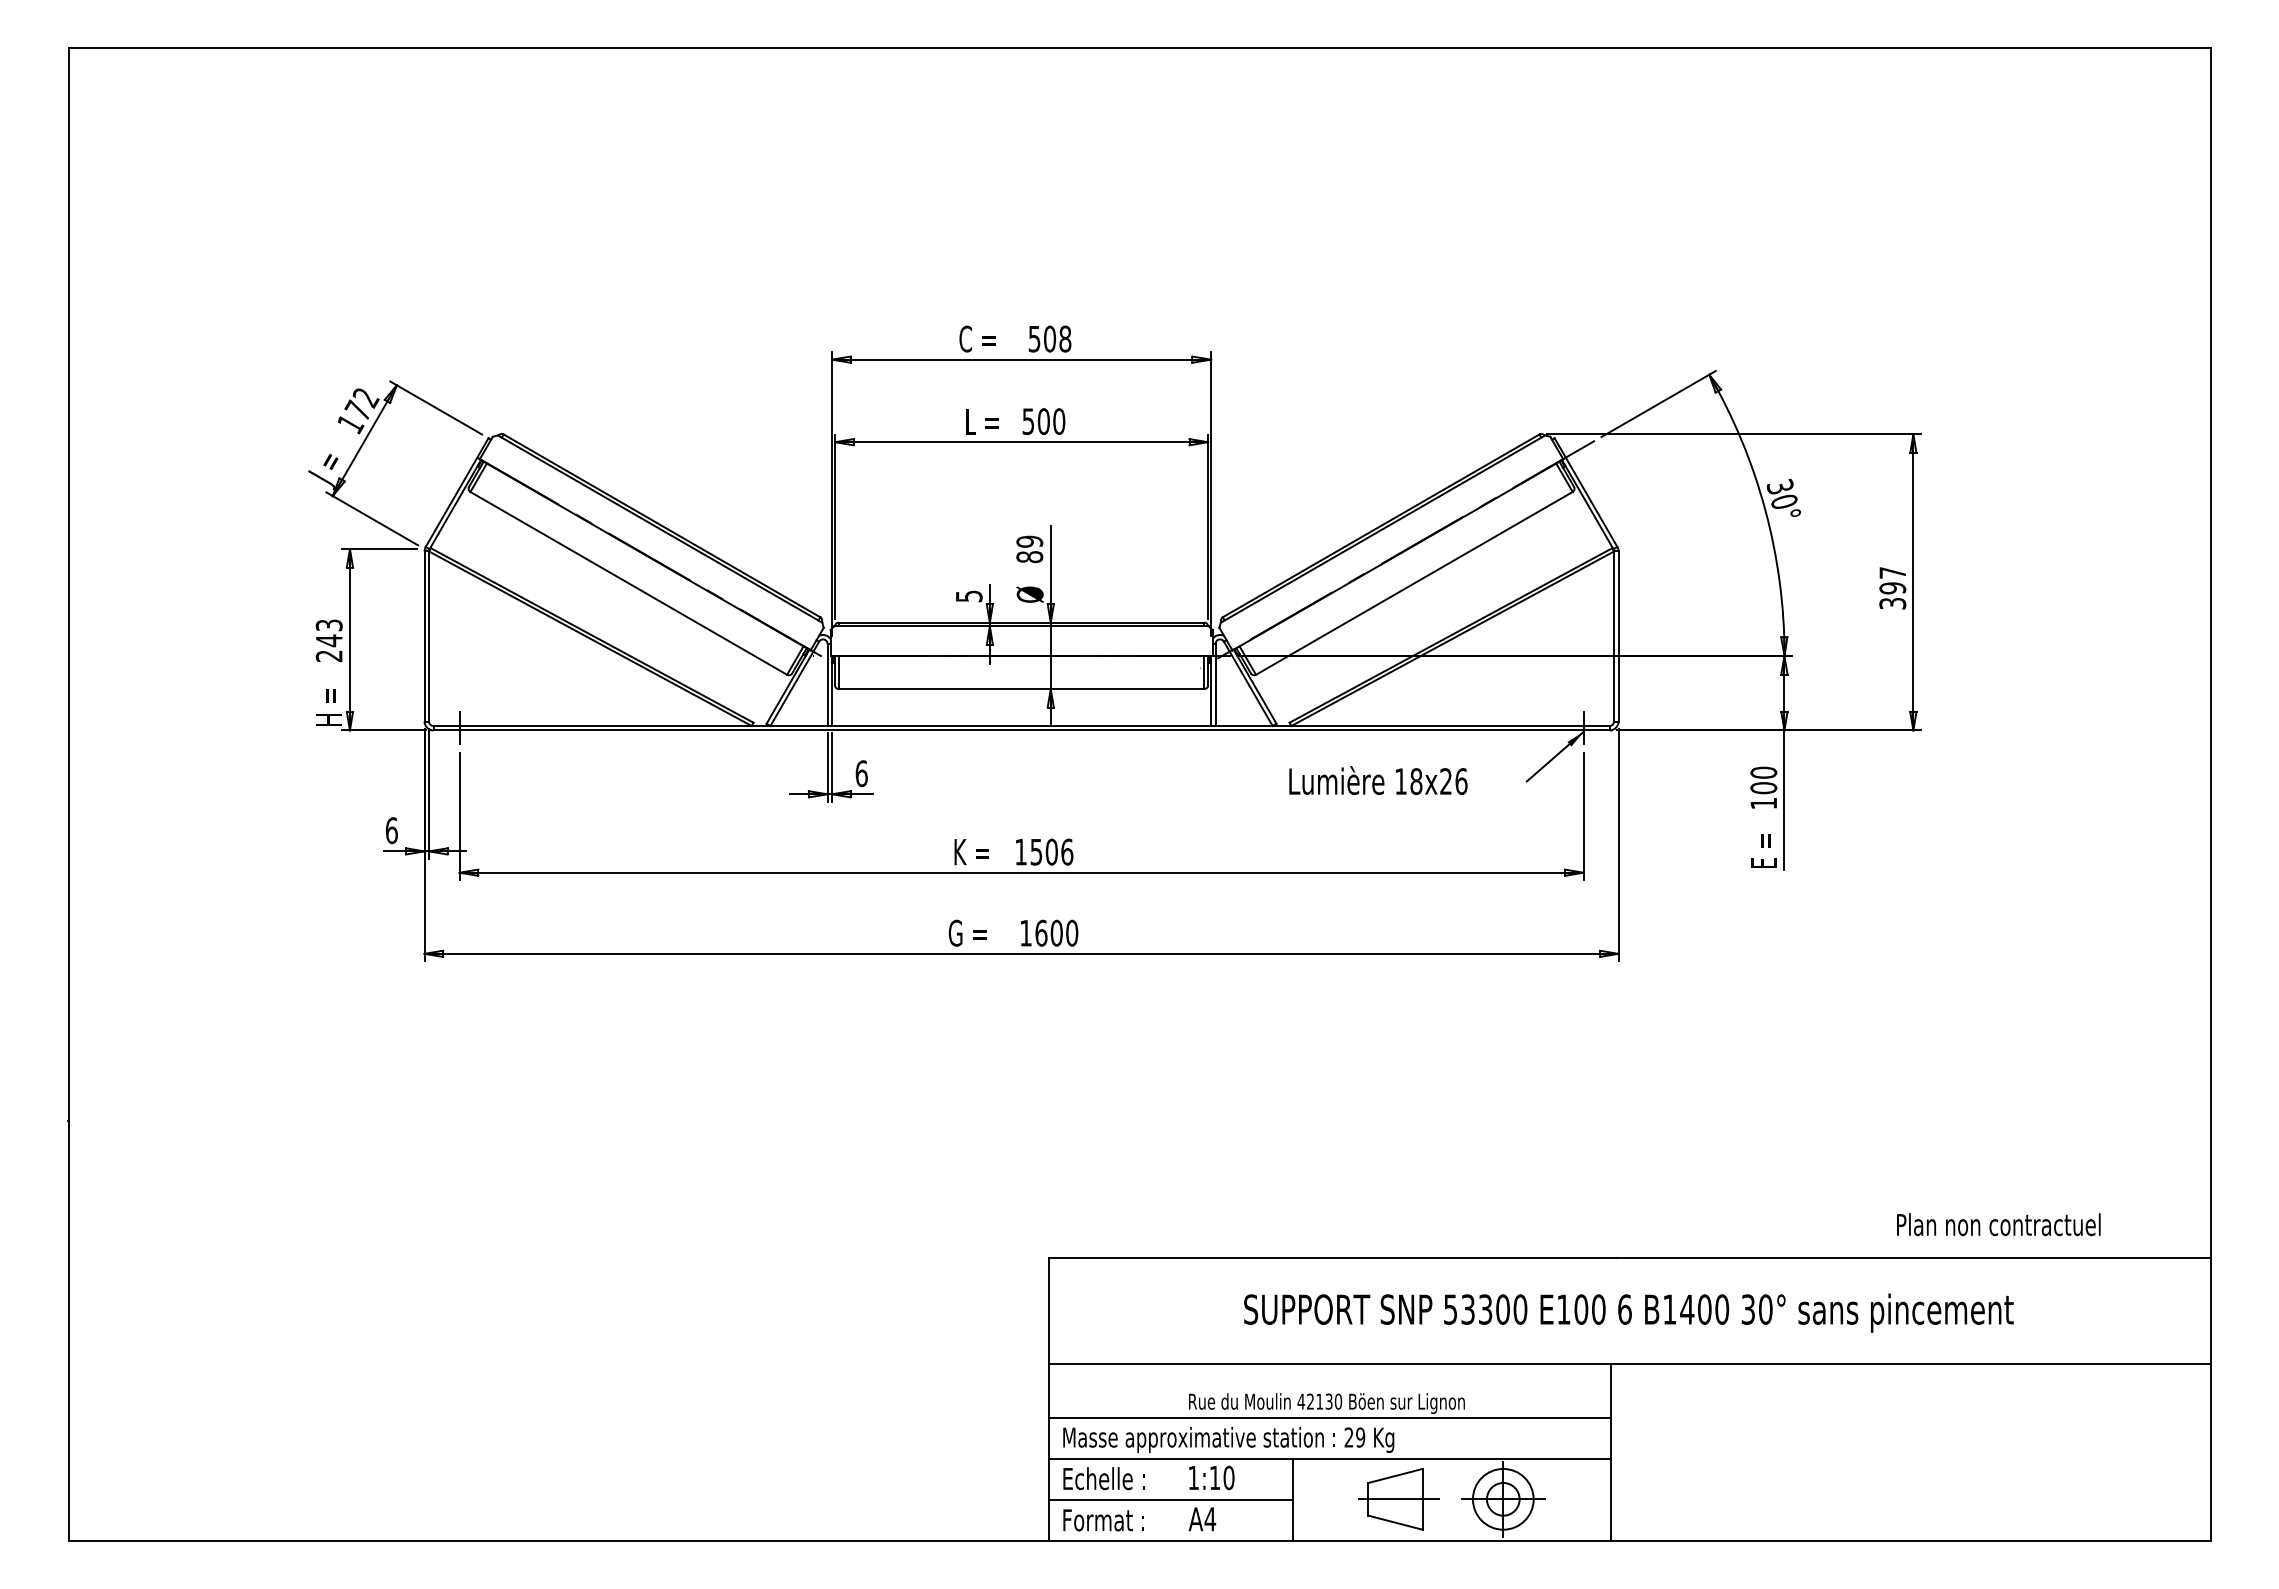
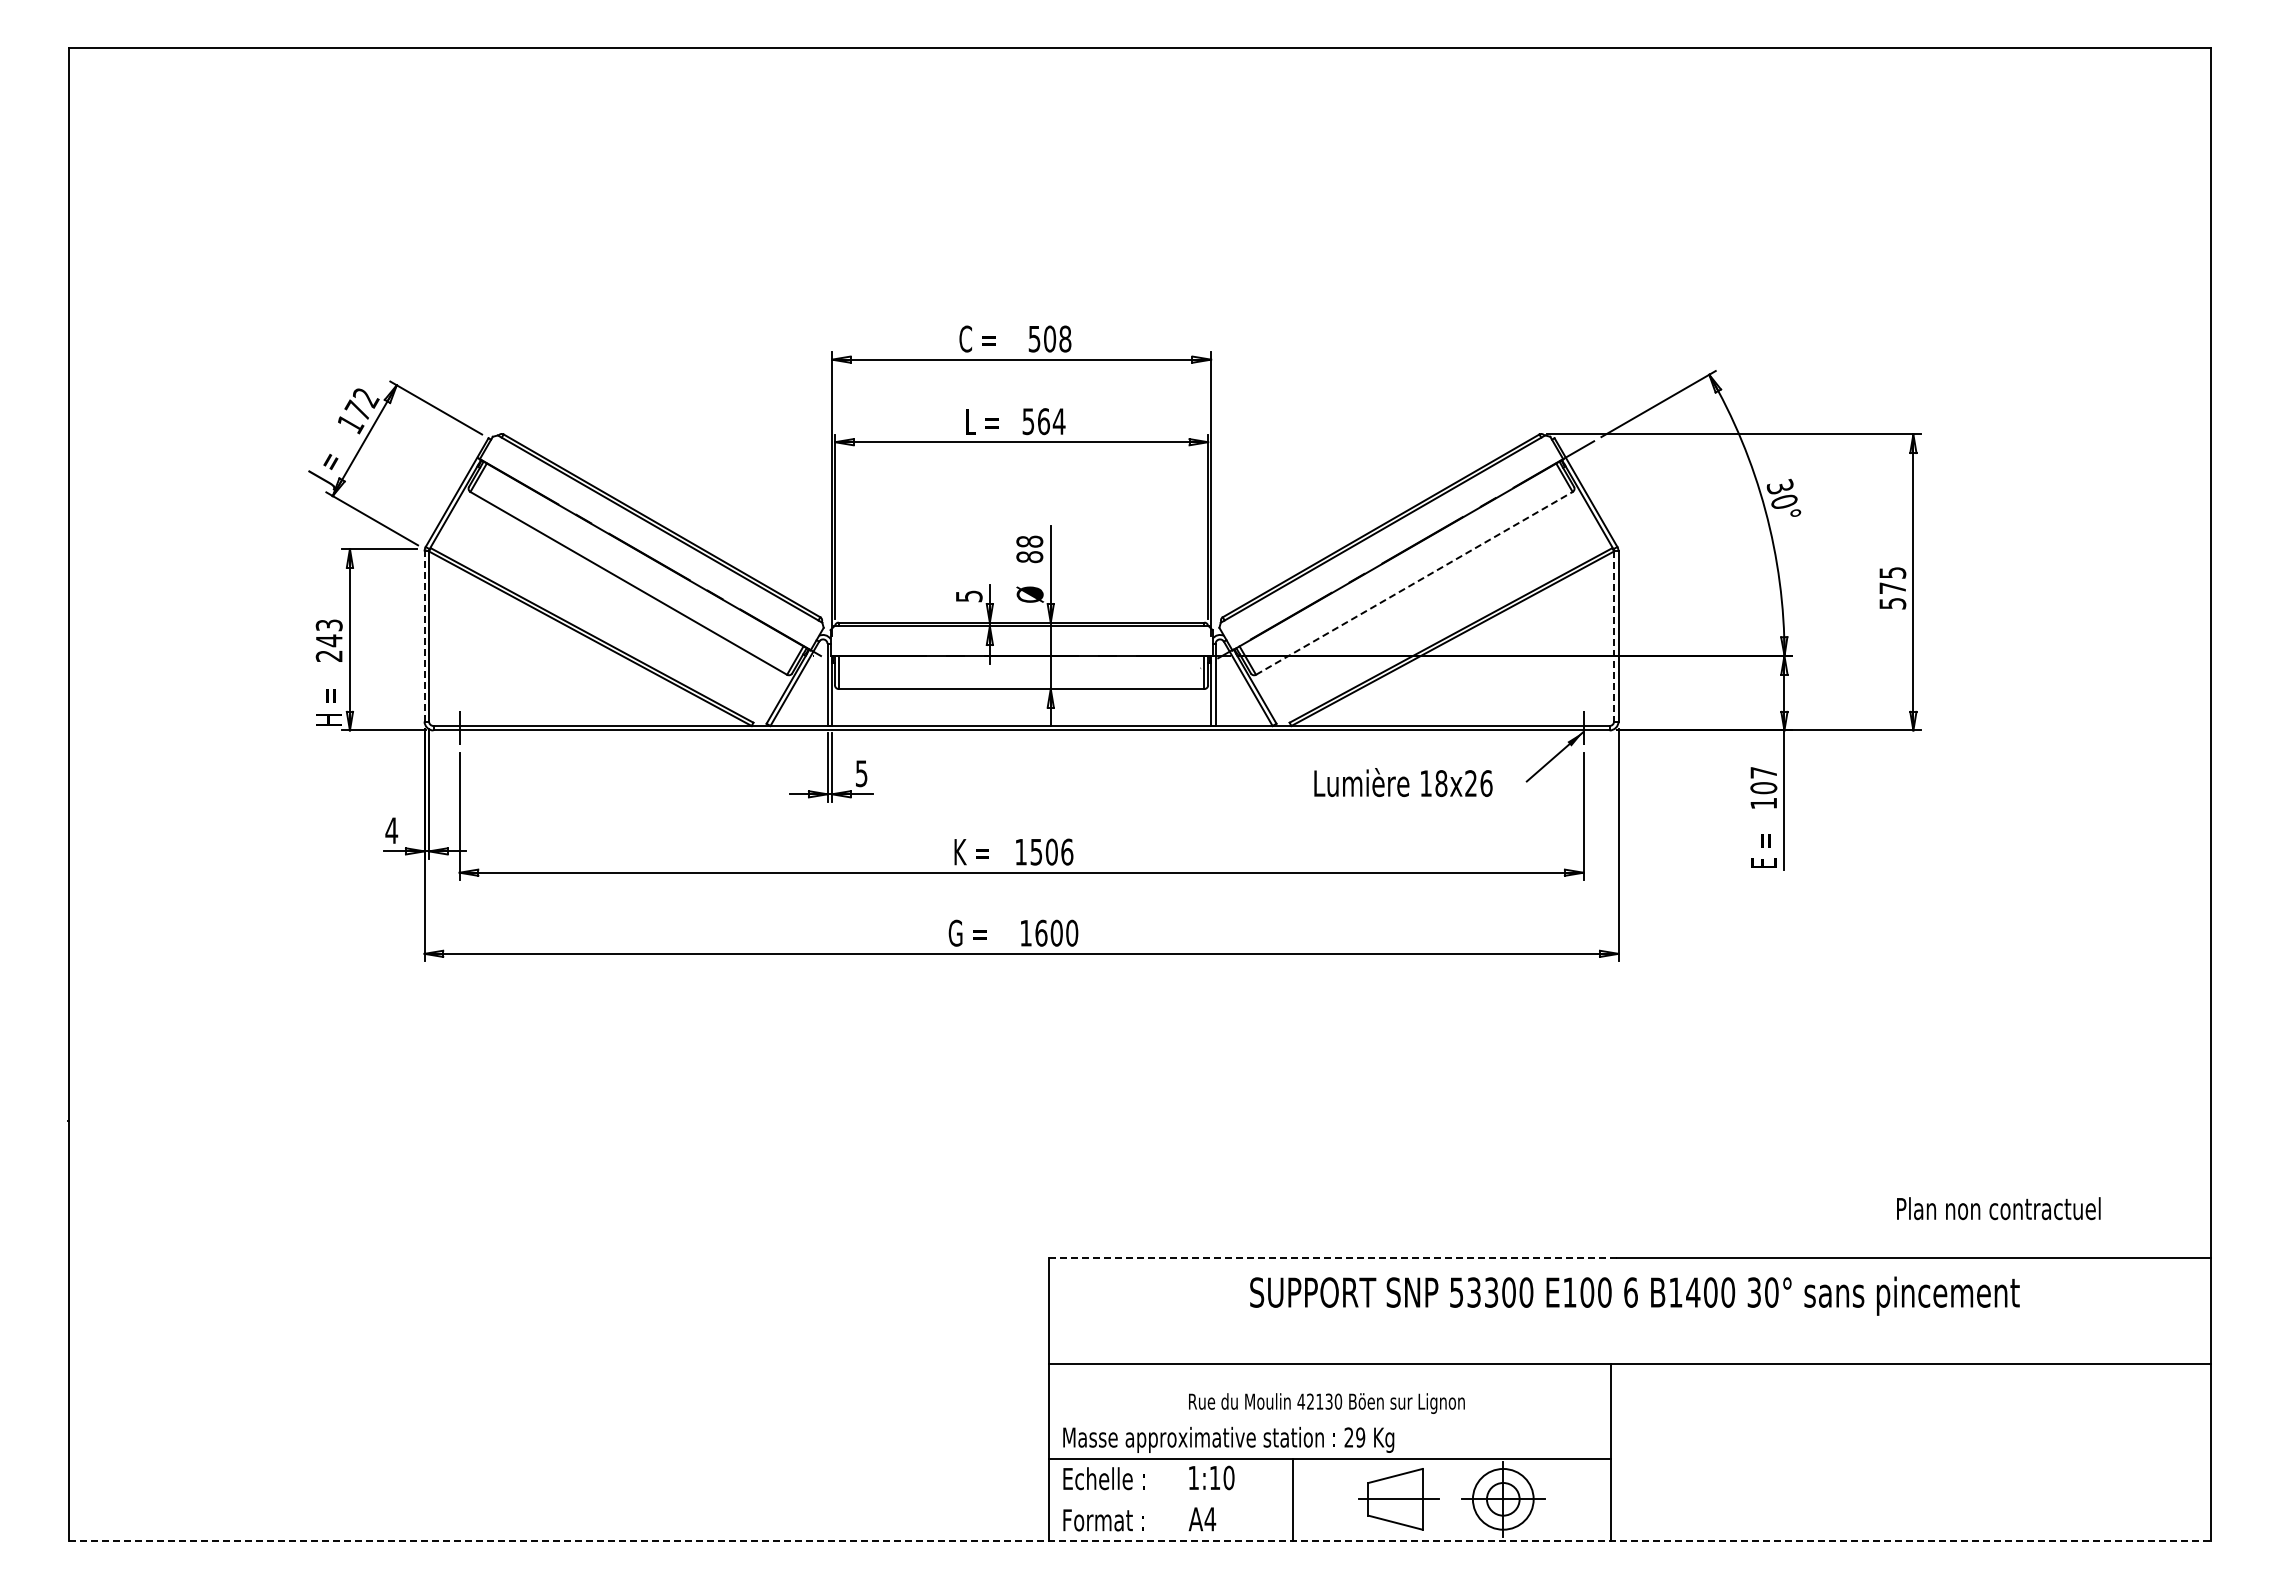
text at (1051, 421): 500 -> 564
text at (1029, 541): 89 -> 88
line at (1414, 583): solid -> dashed
text at (1892, 587): 397 -> 575
line at (424, 635): solid -> dashed
line at (1614, 636): solid -> dashed
text at (1763, 772): 100 -> 107
text at (861, 773): 6 -> 5
text at (1378, 780) position: (1378, 780) -> (1403, 782)
text at (391, 830): 6 -> 4
text at (1998, 1224) position: (1998, 1224) -> (1998, 1208)
line at (1333, 1257): solid -> dashed
text at (1628, 1312) position: (1628, 1312) -> (1634, 1295)
line at (1330, 1418): present -> none
line at (1170, 1500): present -> none
line at (1139, 1541): solid -> dashed
